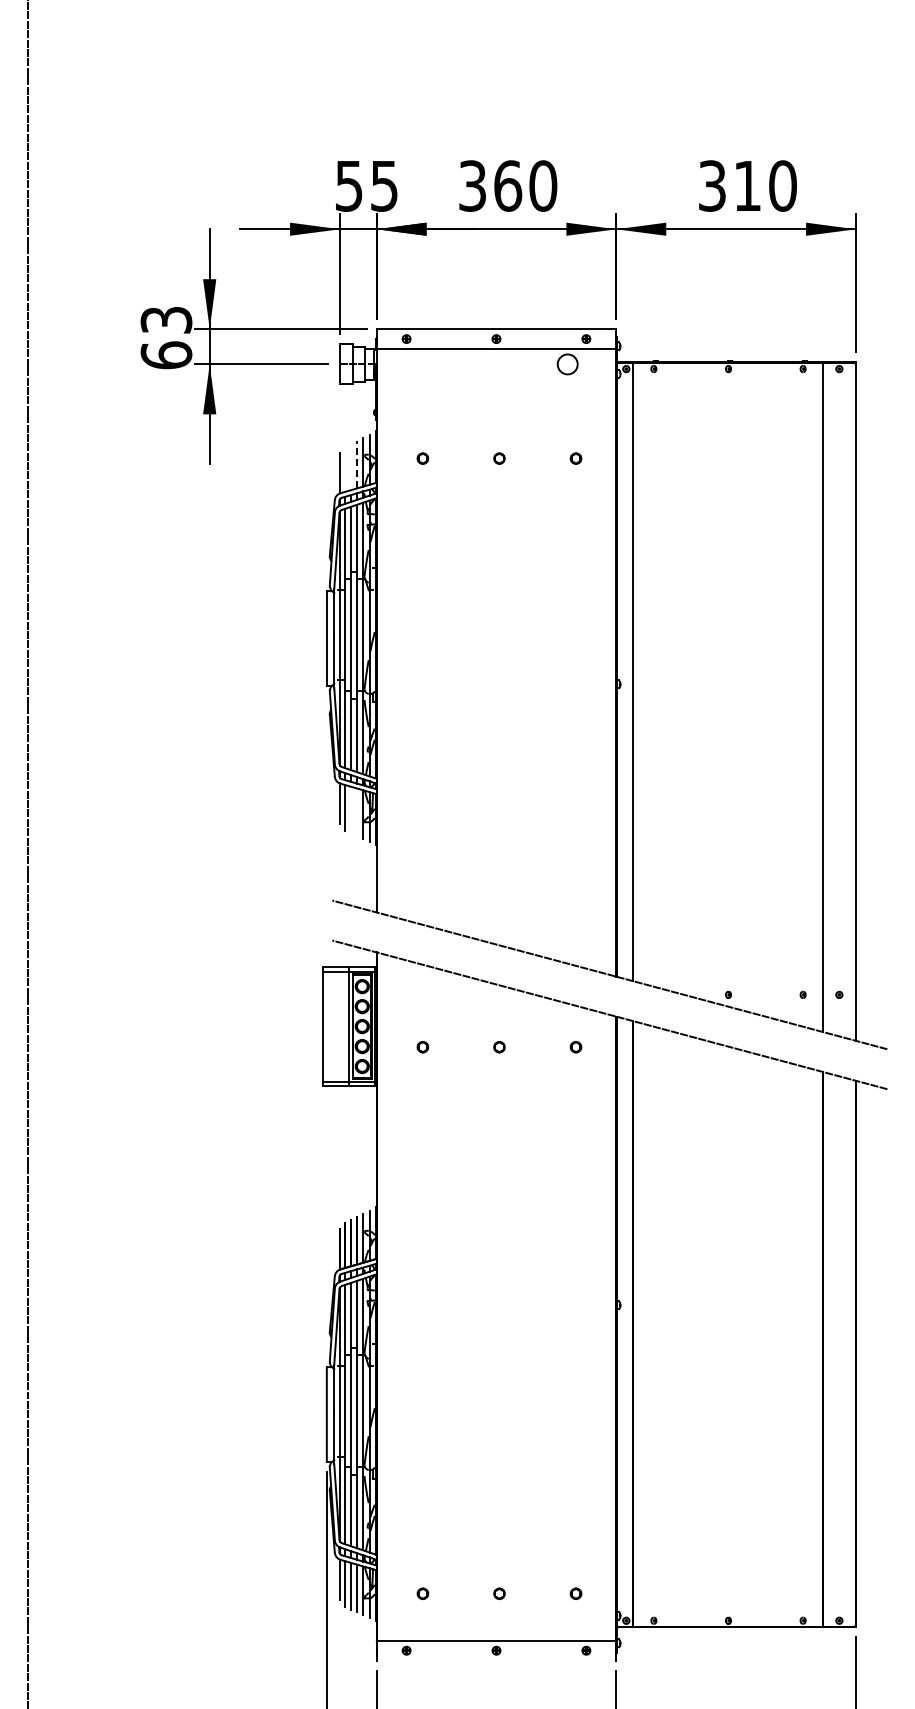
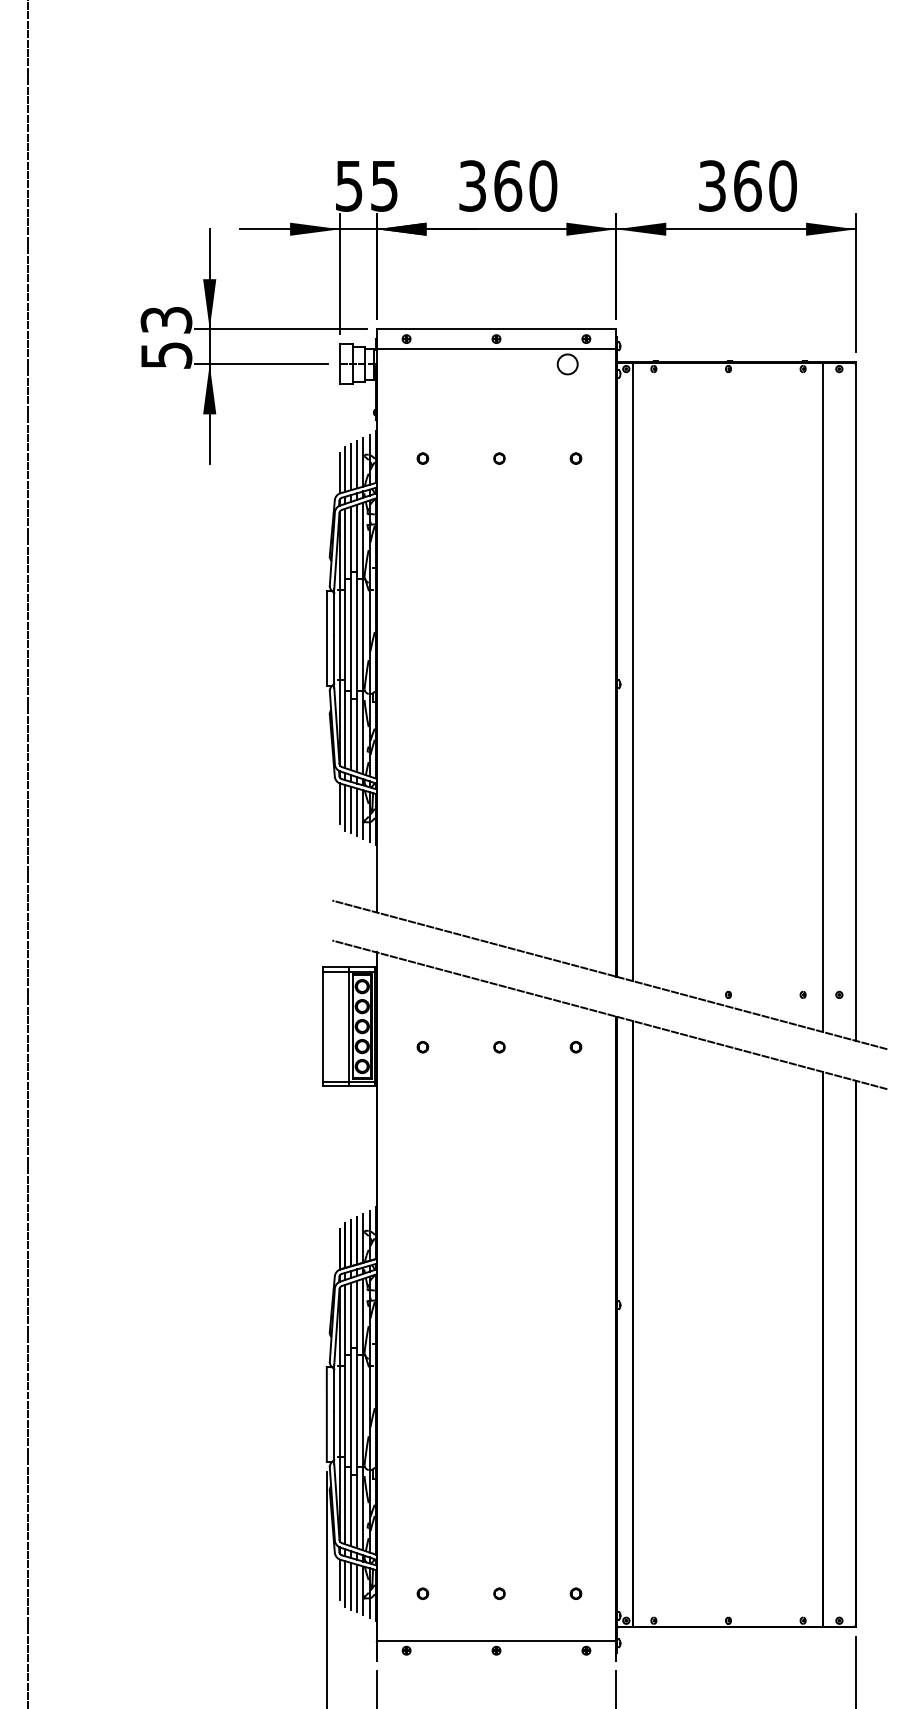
text at (747, 185): 310 -> 360
text at (166, 355): 63 -> 53
line at (357, 464): dashed -> solid
line at (351, 466): none -> present
line at (345, 468): none -> present
line at (351, 809): none -> present
line at (357, 812): none -> present
